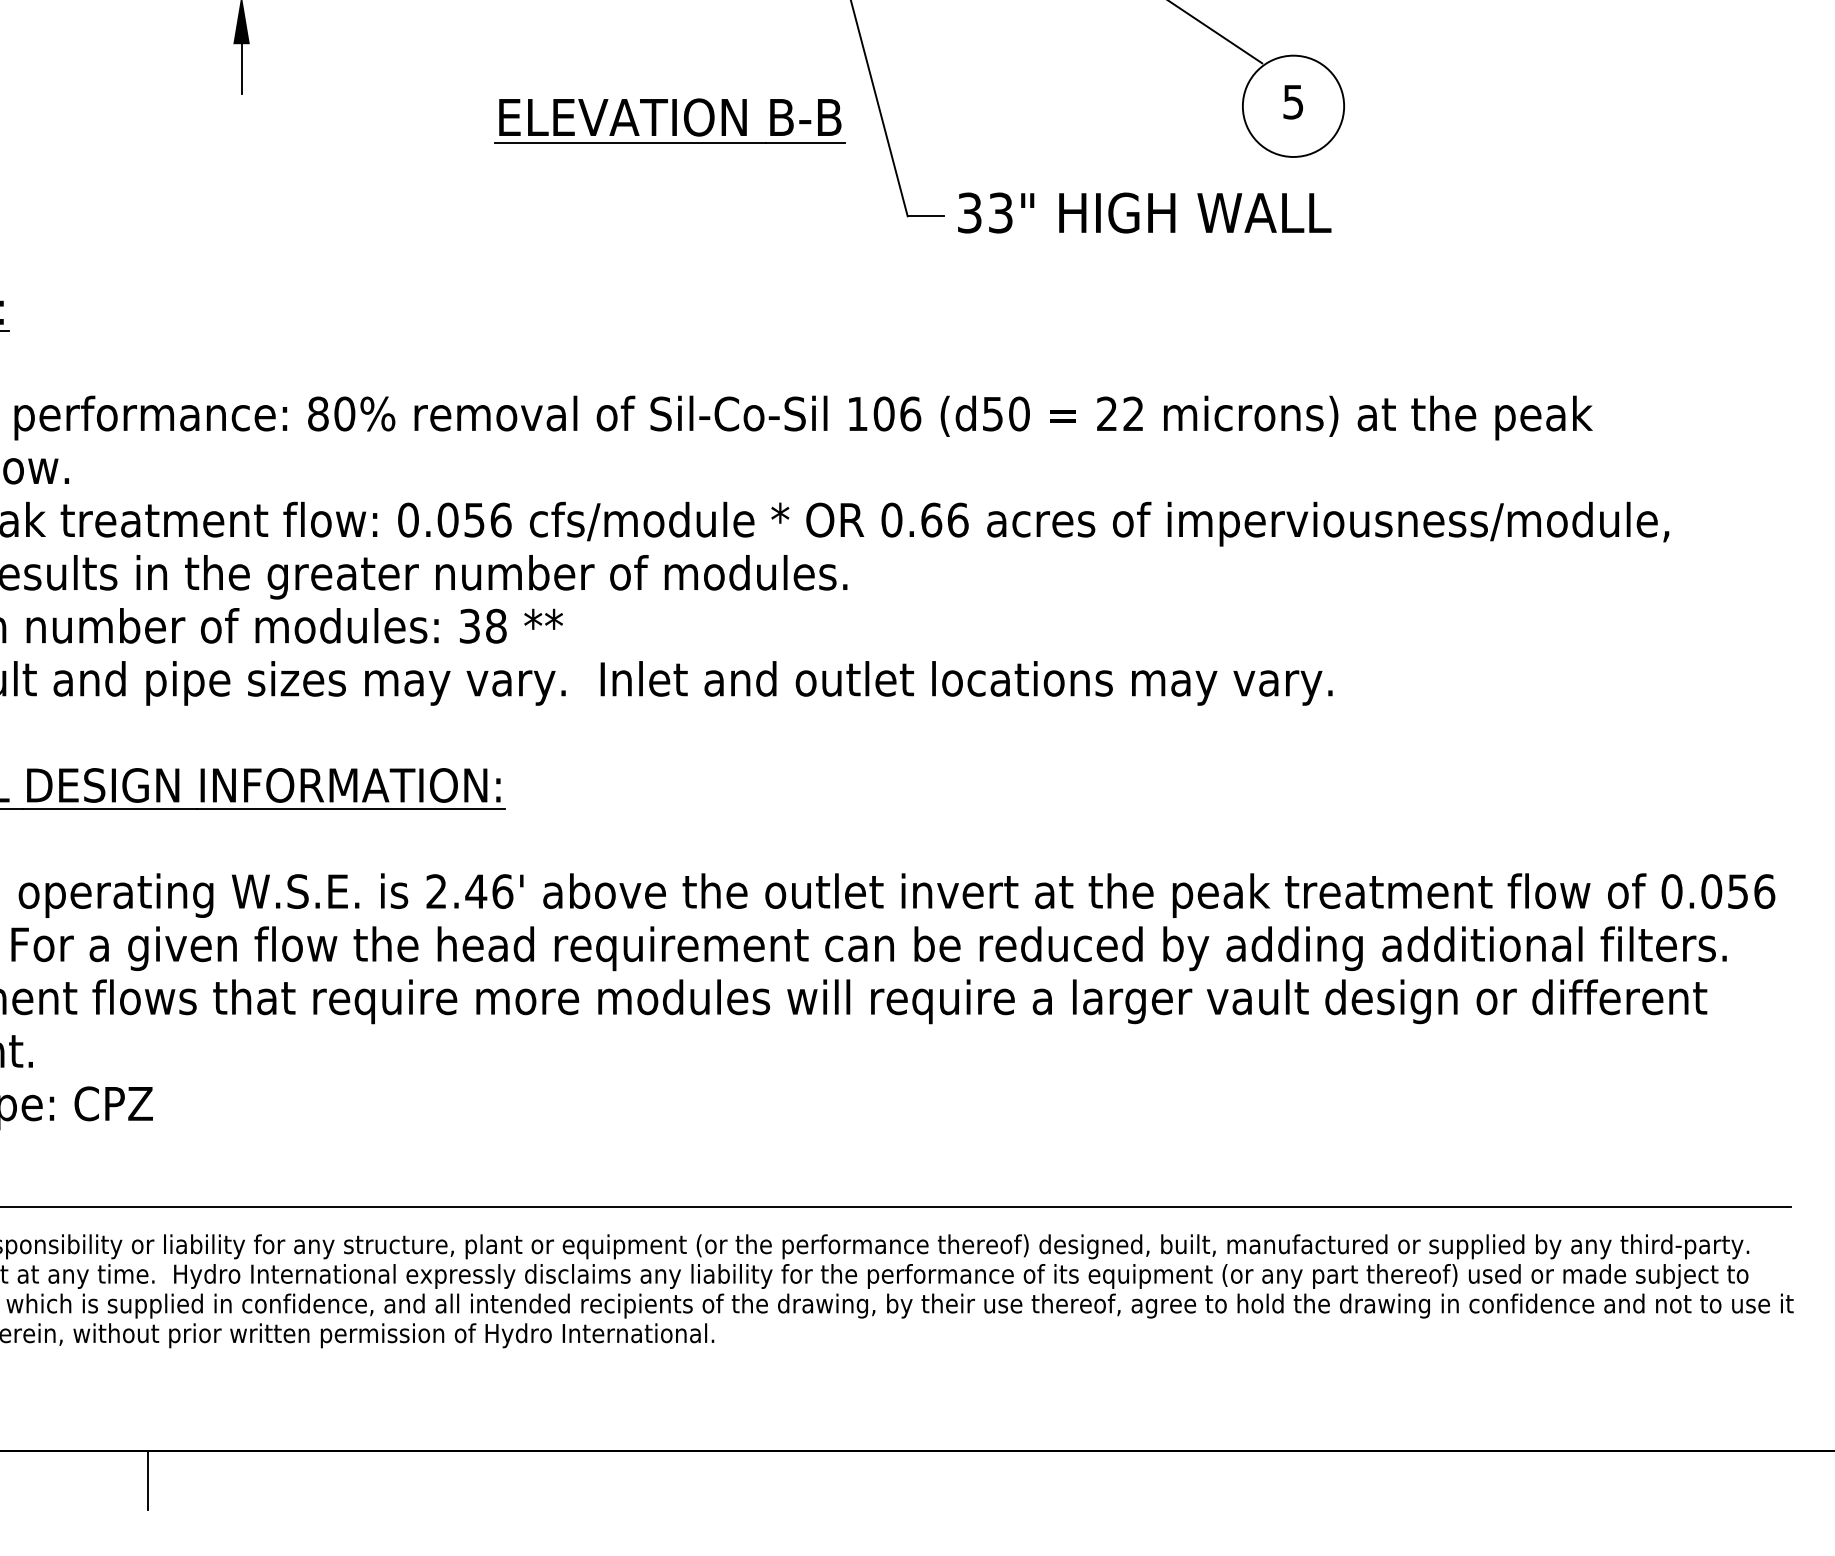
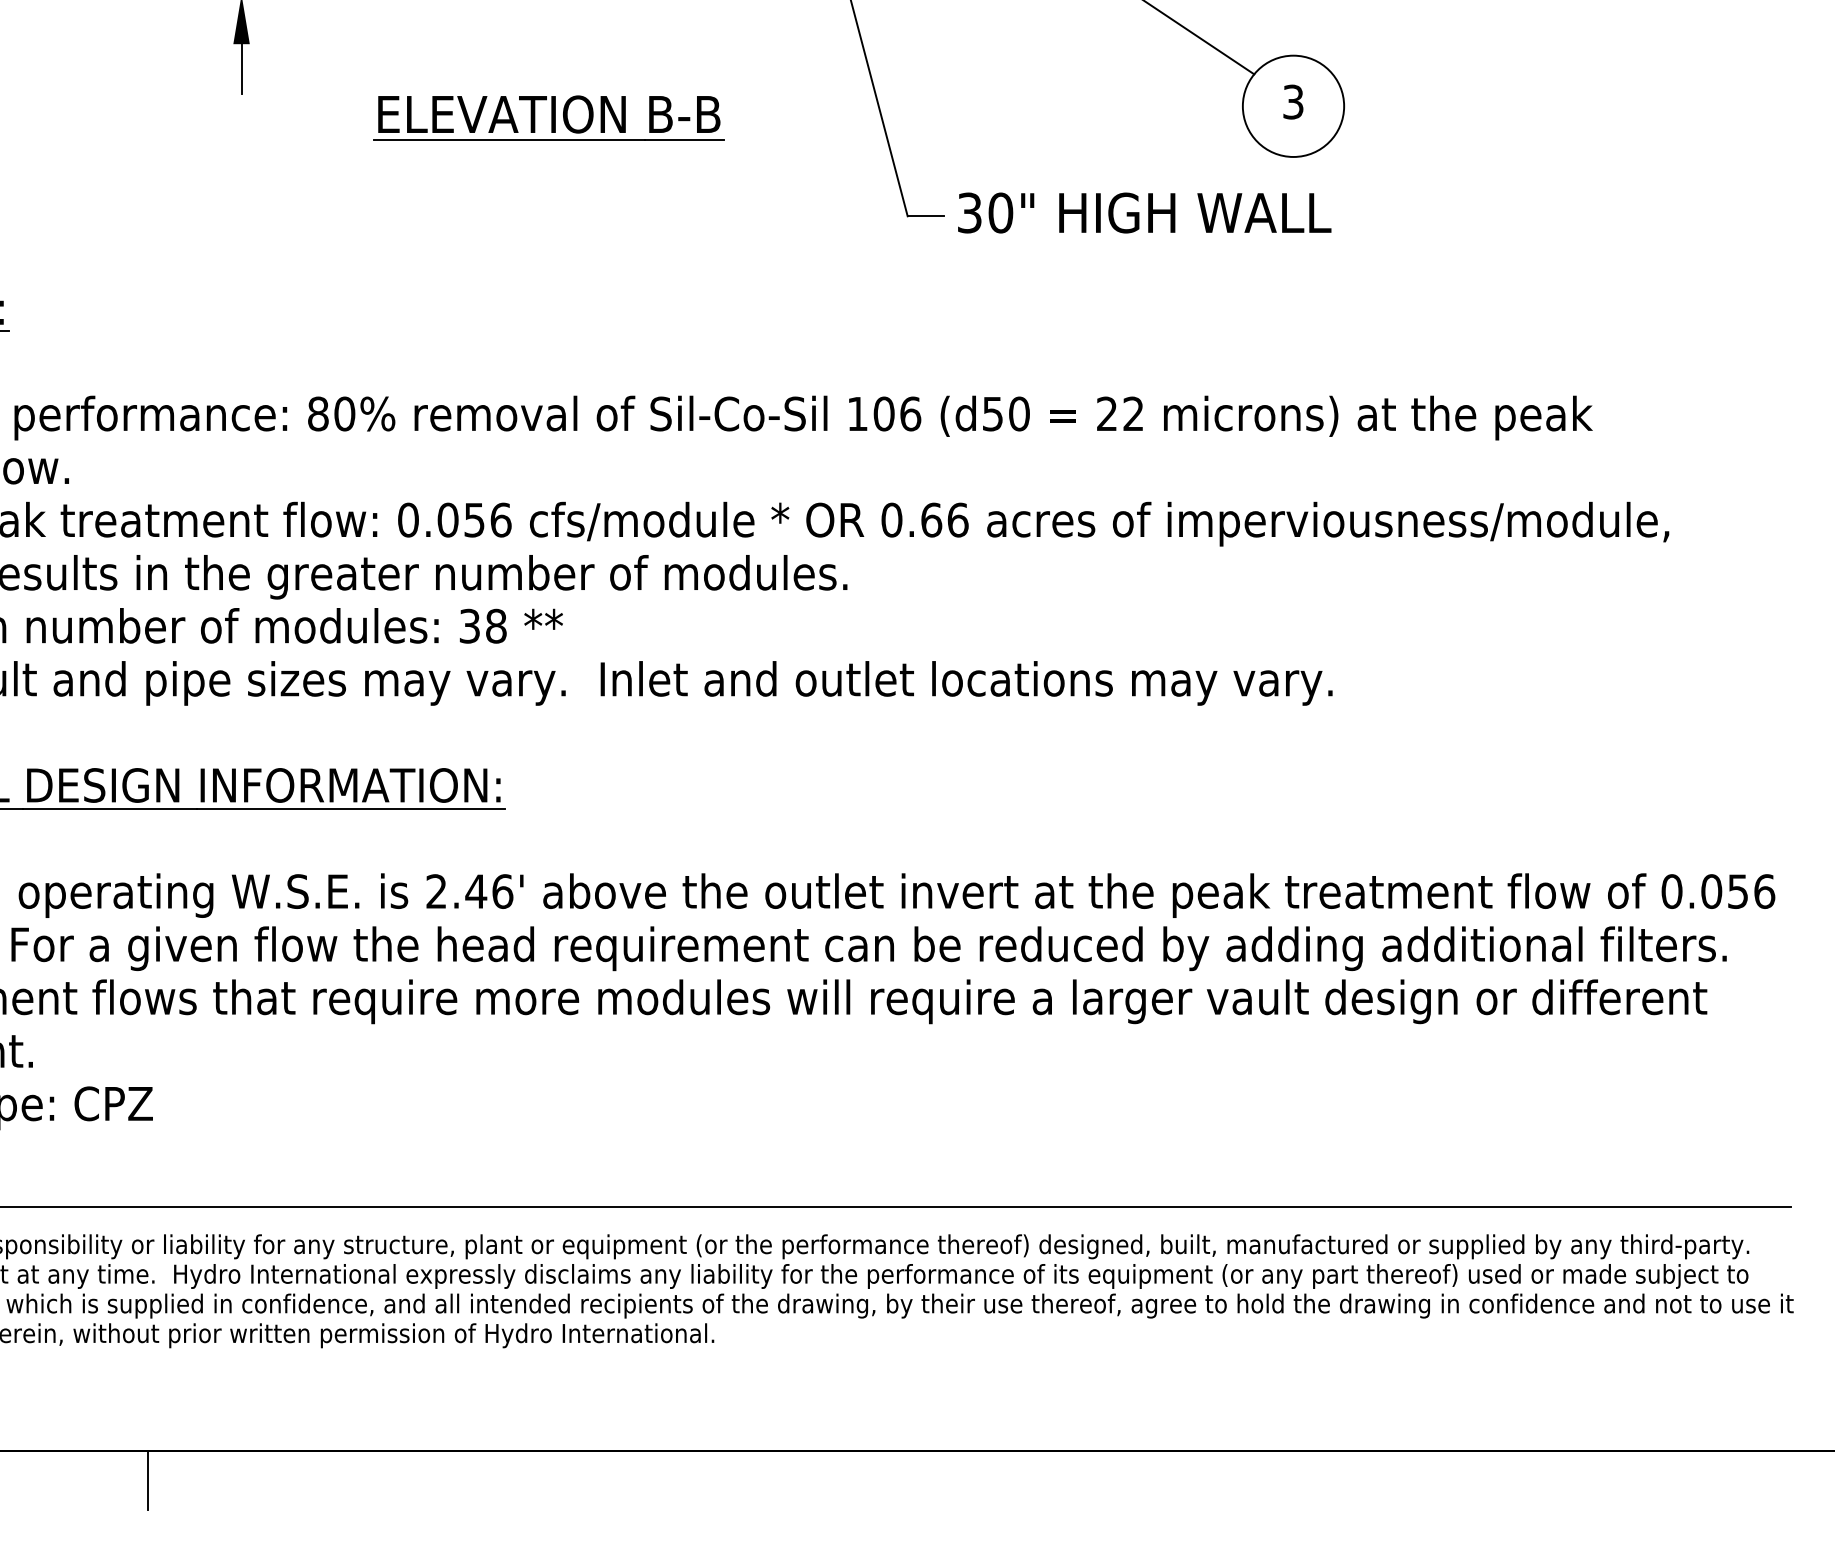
line at (1216, 32) position: (1216, 32) -> (1199, 38)
text at (1293, 101): 5 -> 3
part at (669, 120) position: (669, 120) -> (548, 117)
text at (1000, 212): 33" -> 30"
